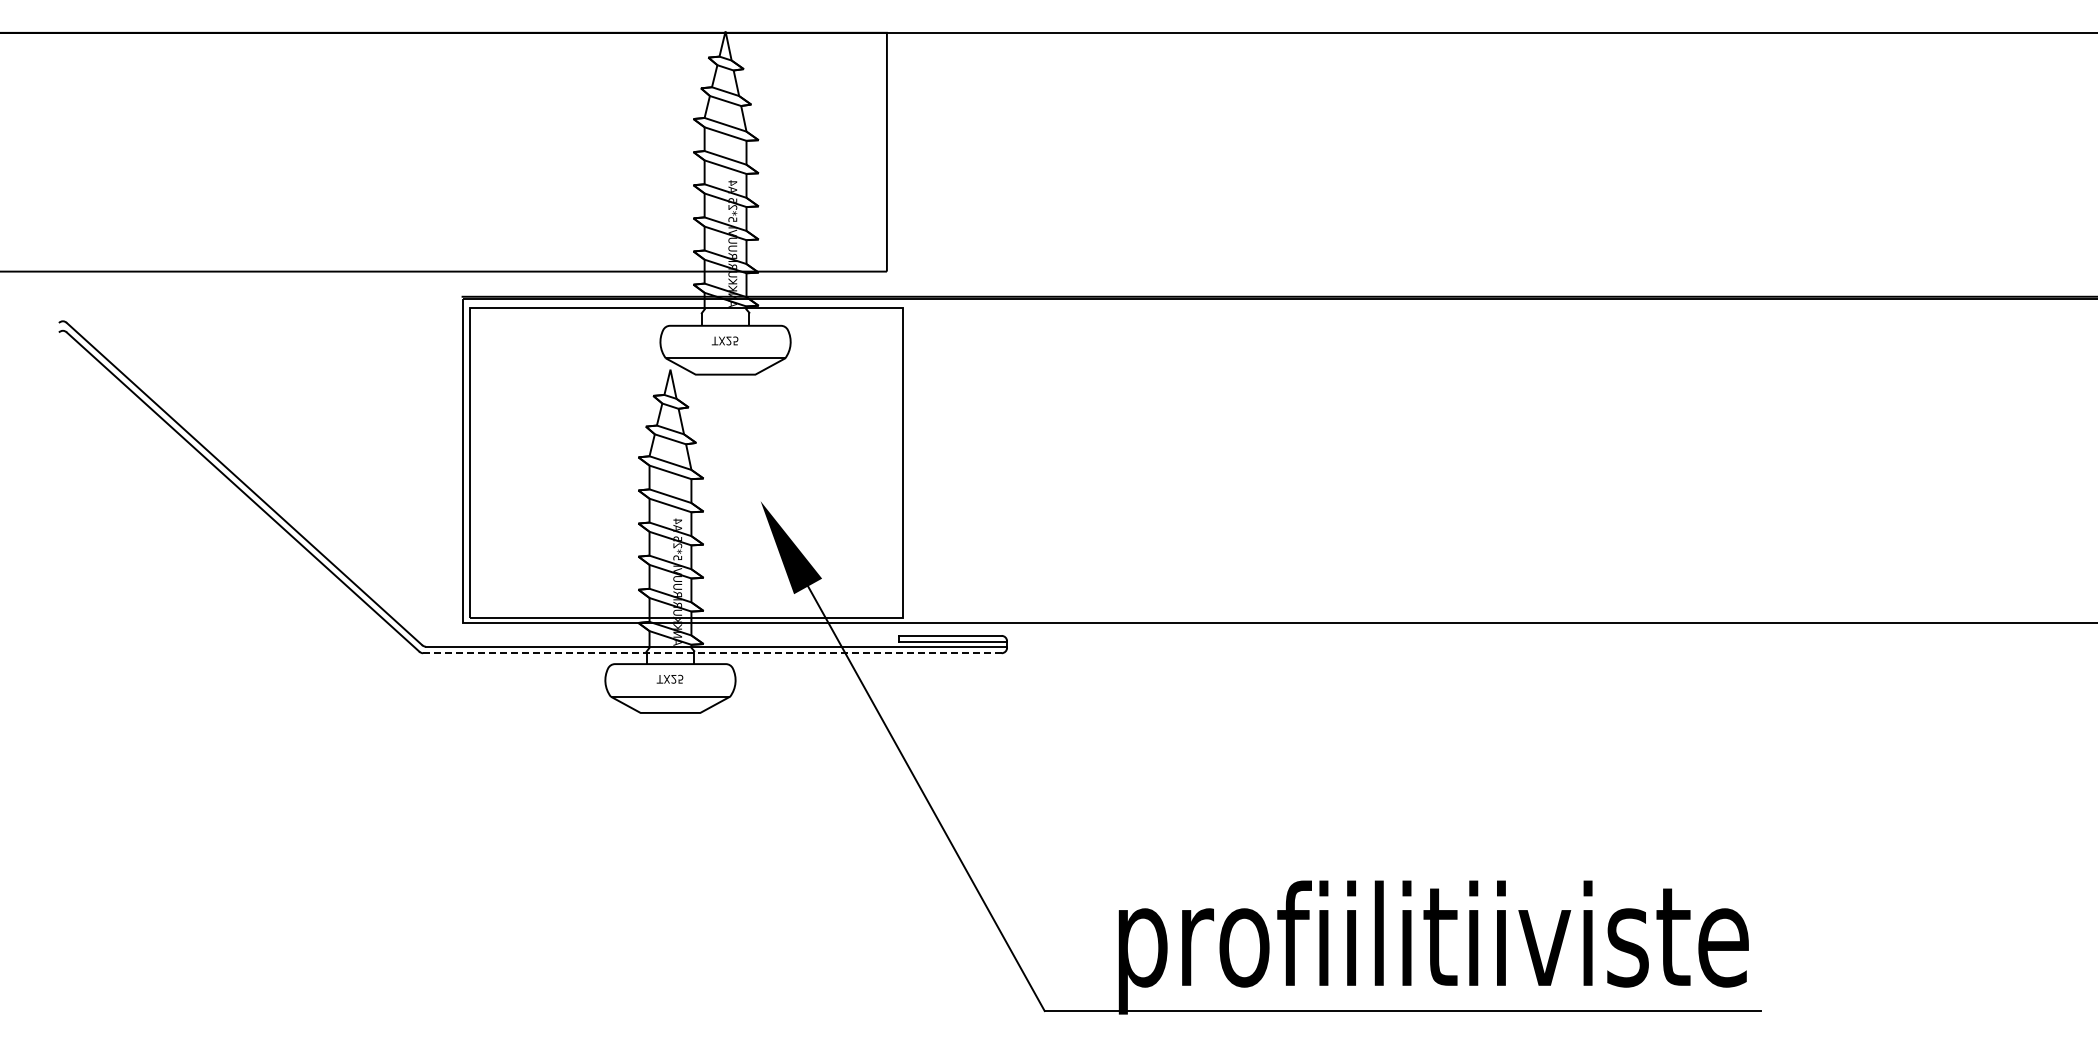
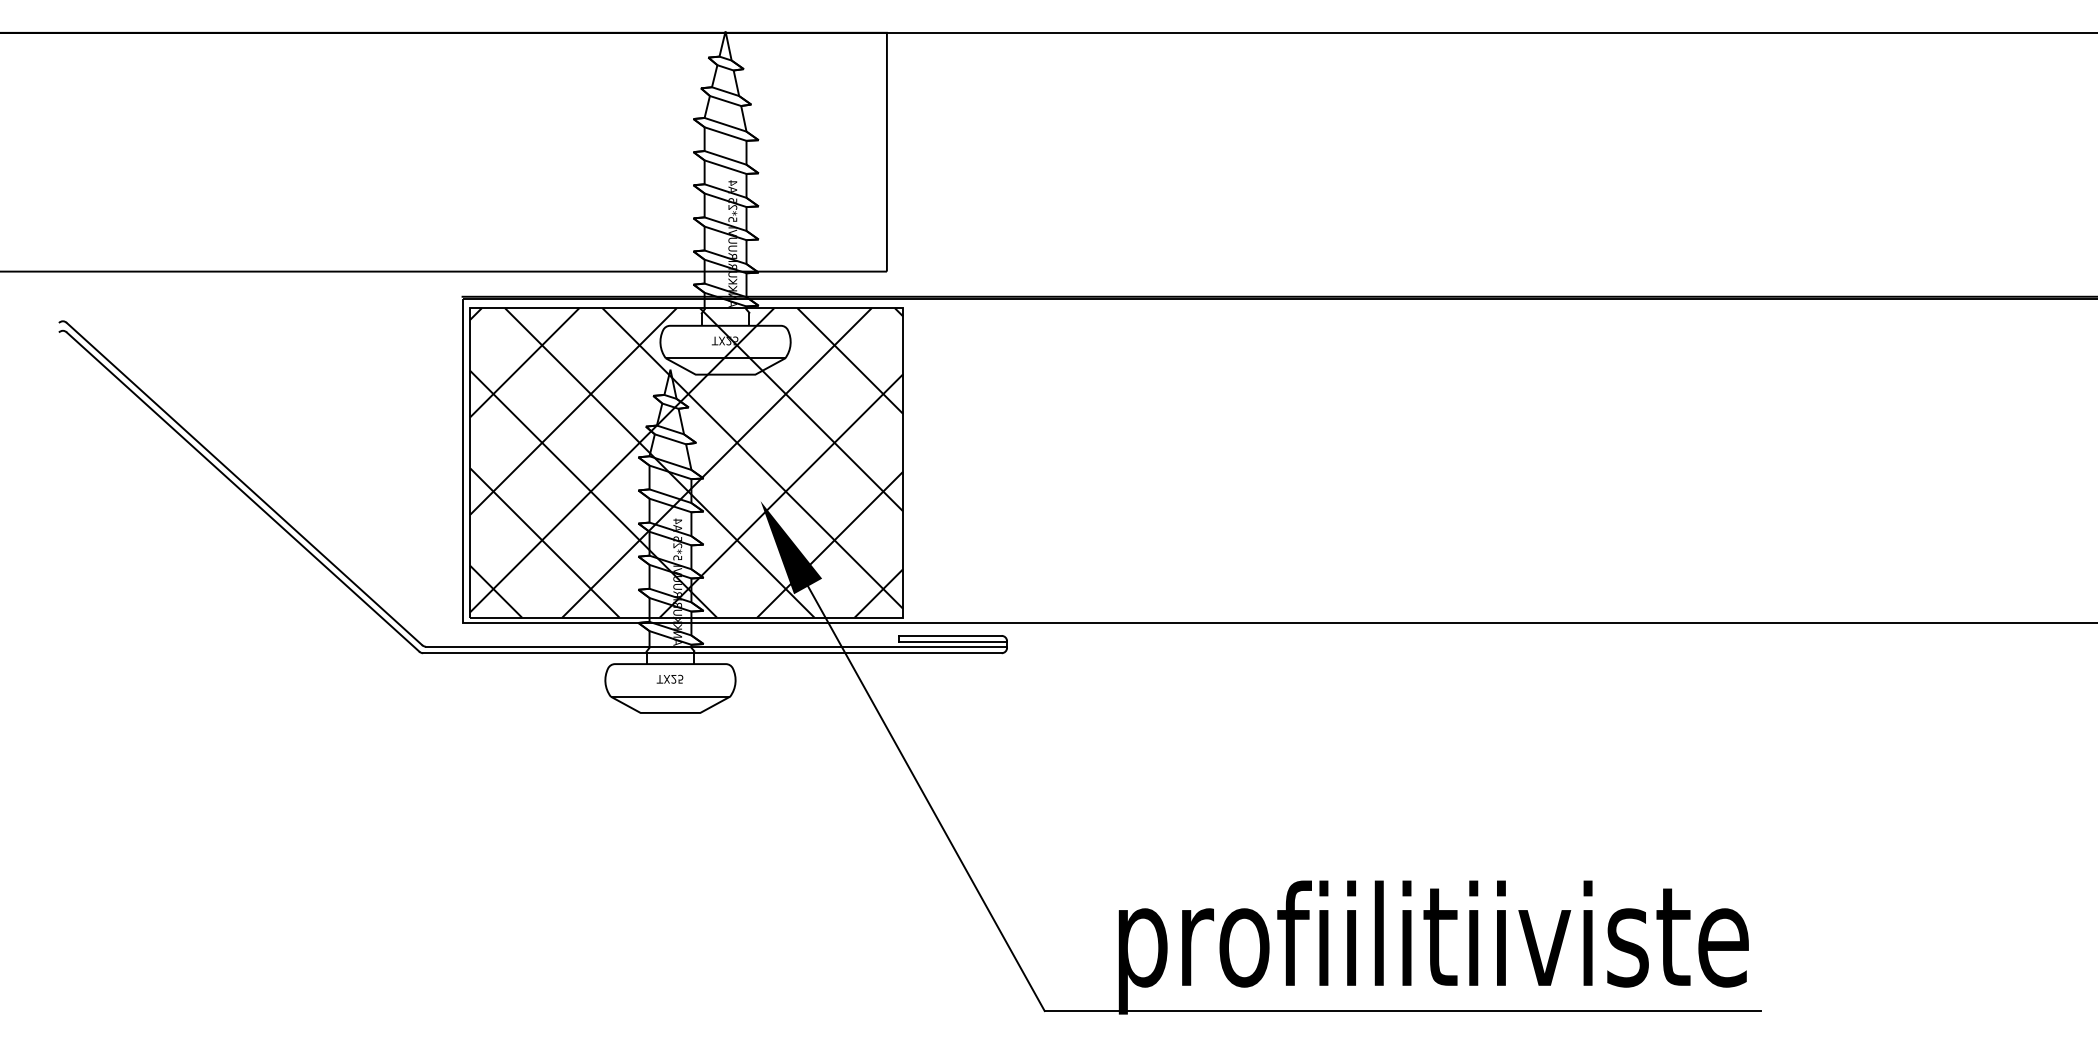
hatch at (686, 462): none -> present
line at (711, 653): dashed -> solid
